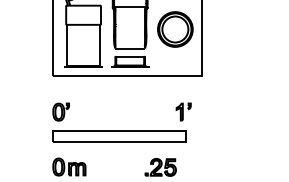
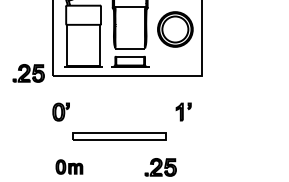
part at (28, 73): none -> present
part at (119, 136) size: 135x13 px -> 95x9 px
part at (69, 166) size: 35x20 px -> 29x16 px
